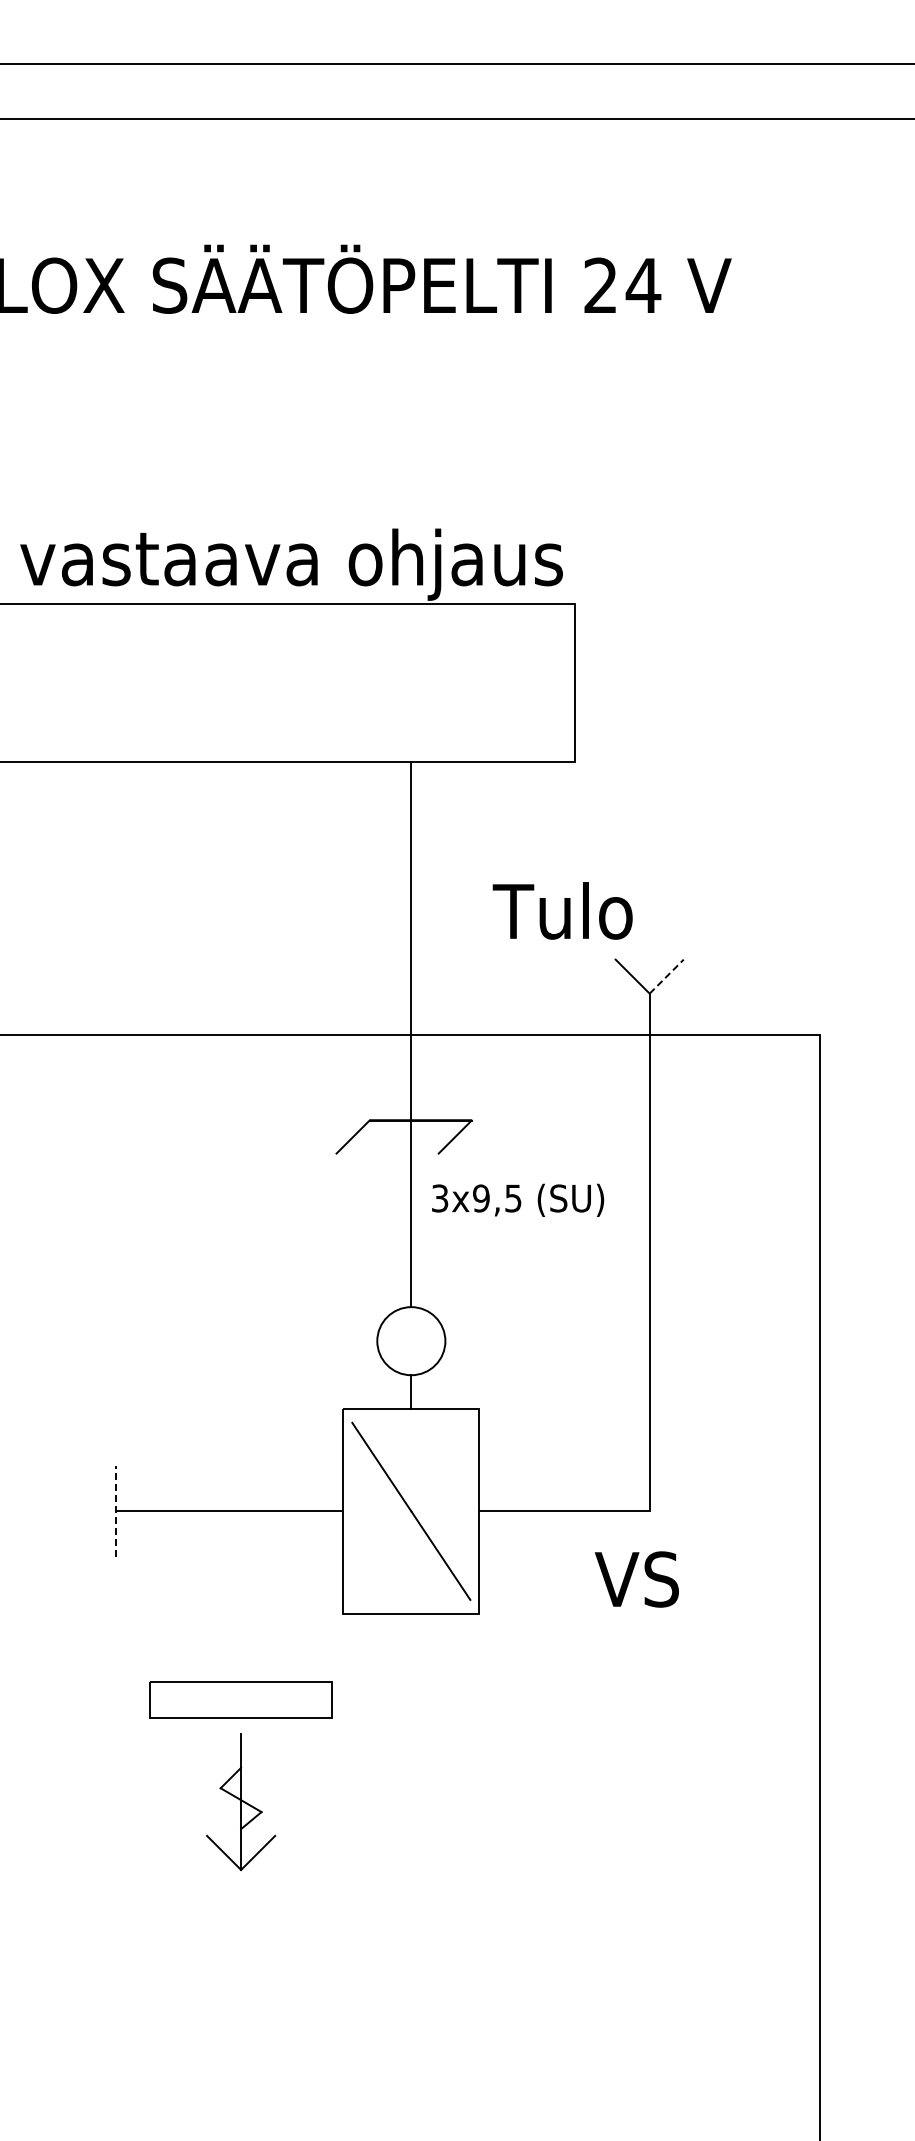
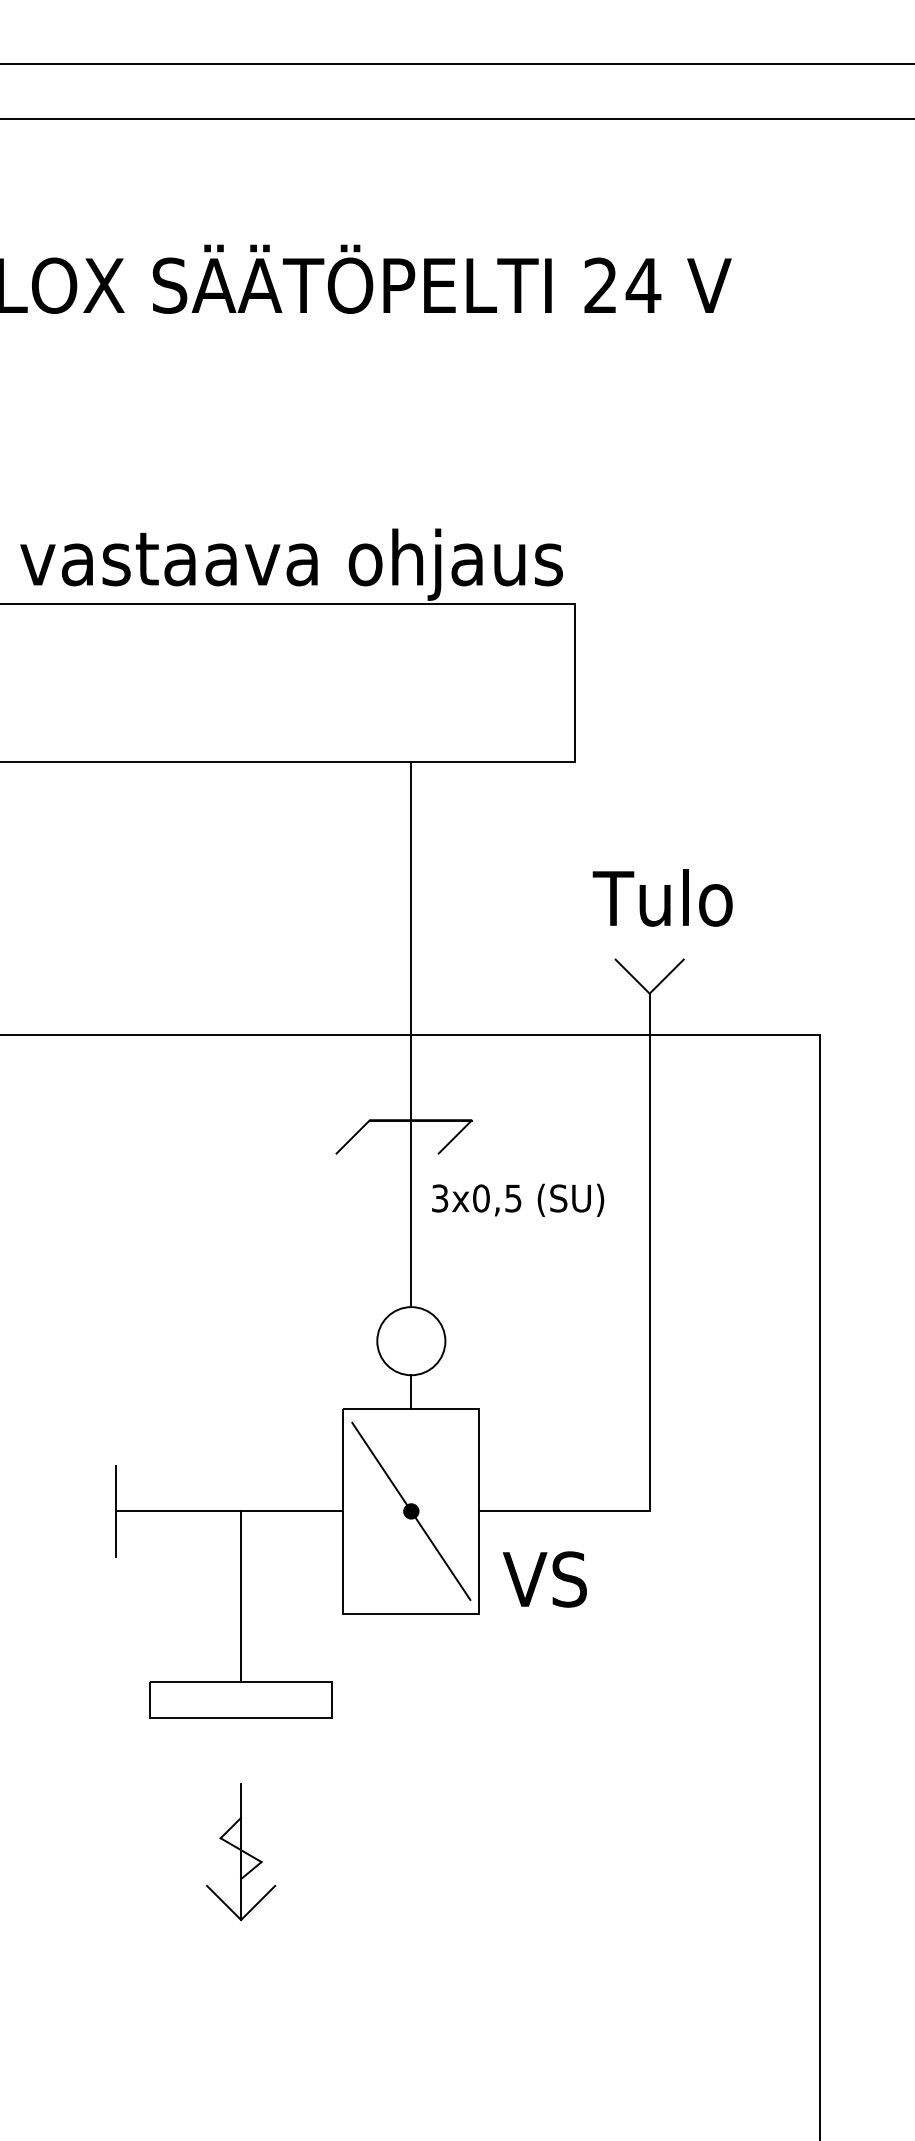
text at (562, 910) position: (562, 910) -> (662, 897)
line at (667, 976): dashed -> solid
text at (481, 1198): 3x9,5 -> 3x0,5
line at (116, 1510): dashed -> solid
fill at (411, 1511): none -> present
text at (636, 1579) position: (636, 1579) -> (544, 1579)
line at (241, 1596): none -> present
part at (241, 1802) position: (241, 1802) -> (241, 1852)
